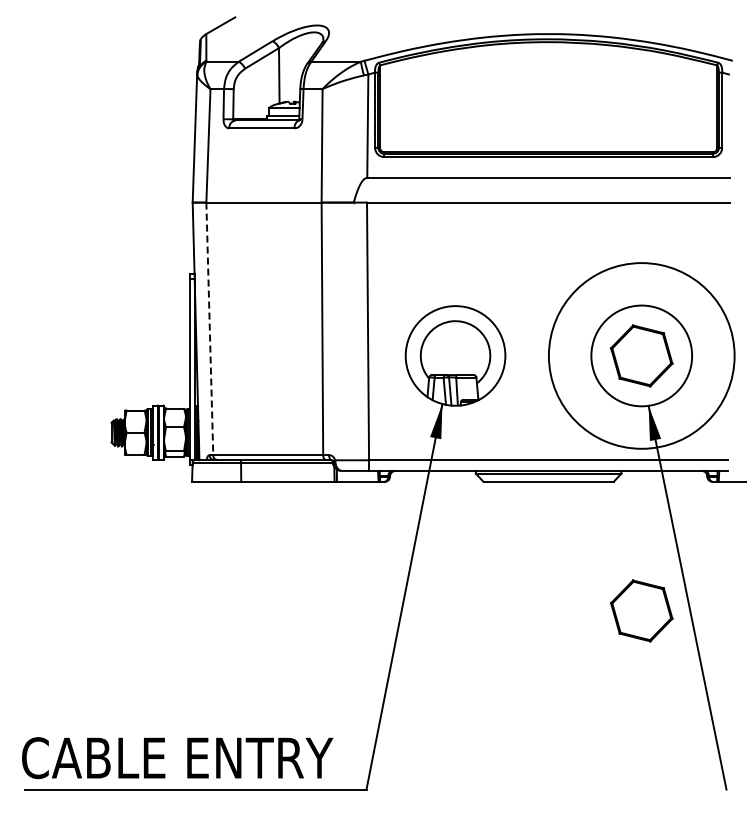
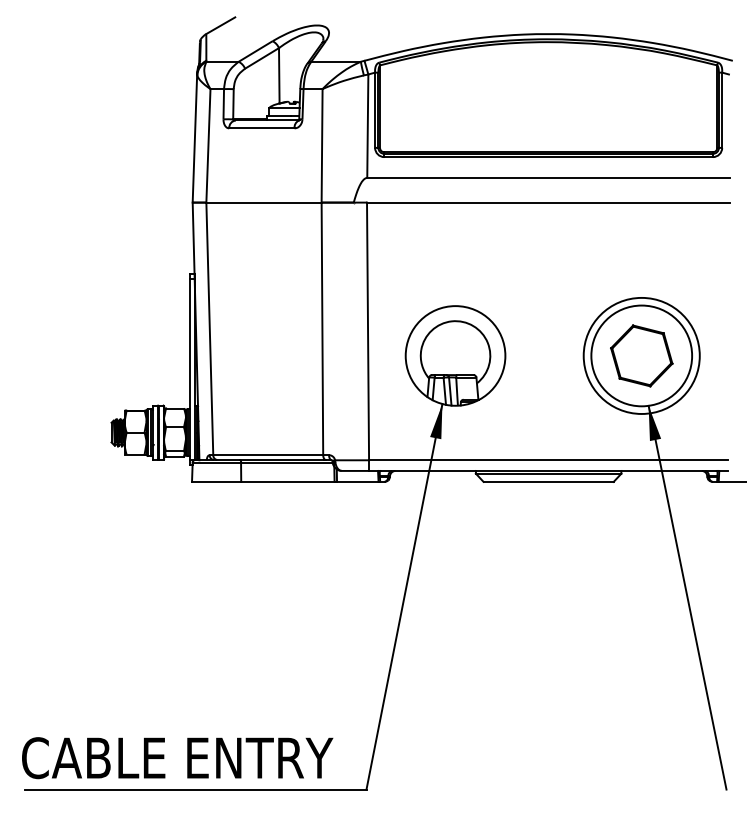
line at (209, 330): dashed -> solid
circle at (641, 355) diameter: 186 px -> 116 px
part at (641, 610): present -> none
